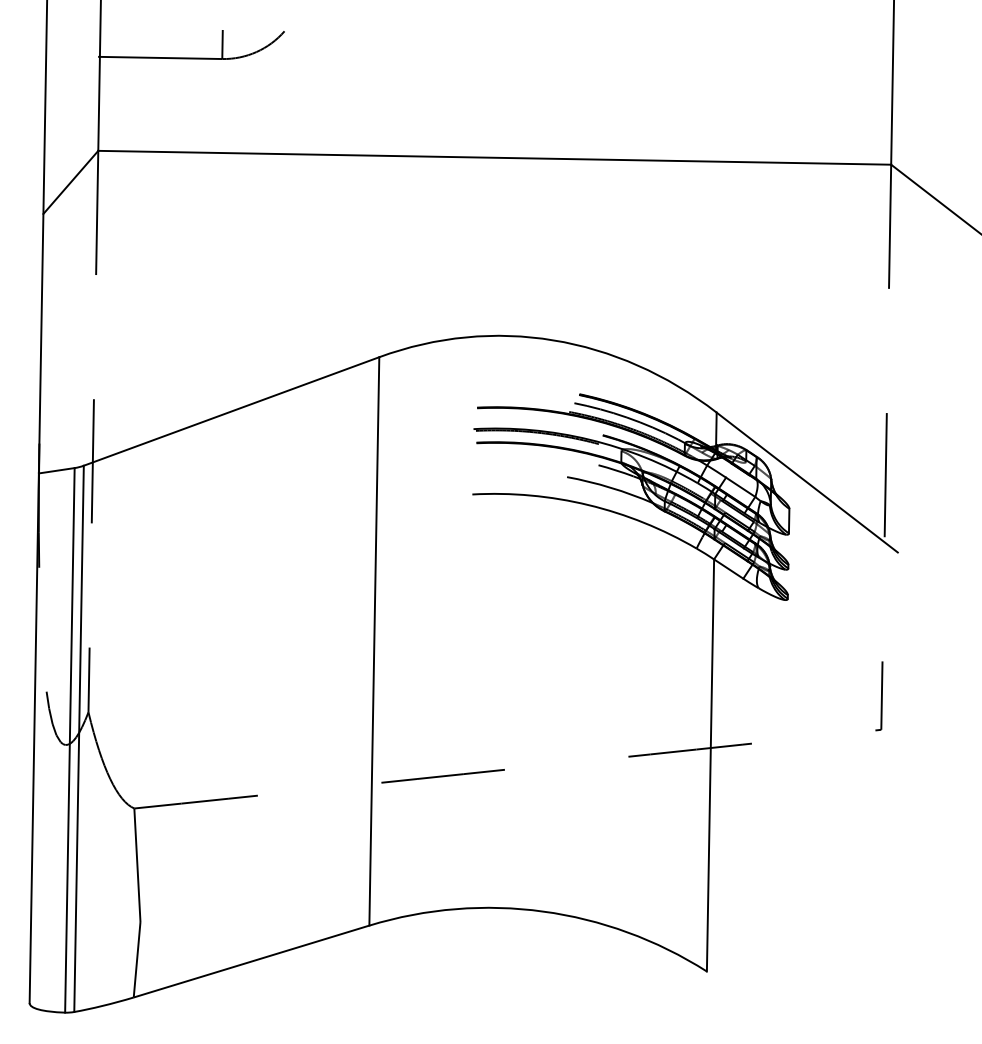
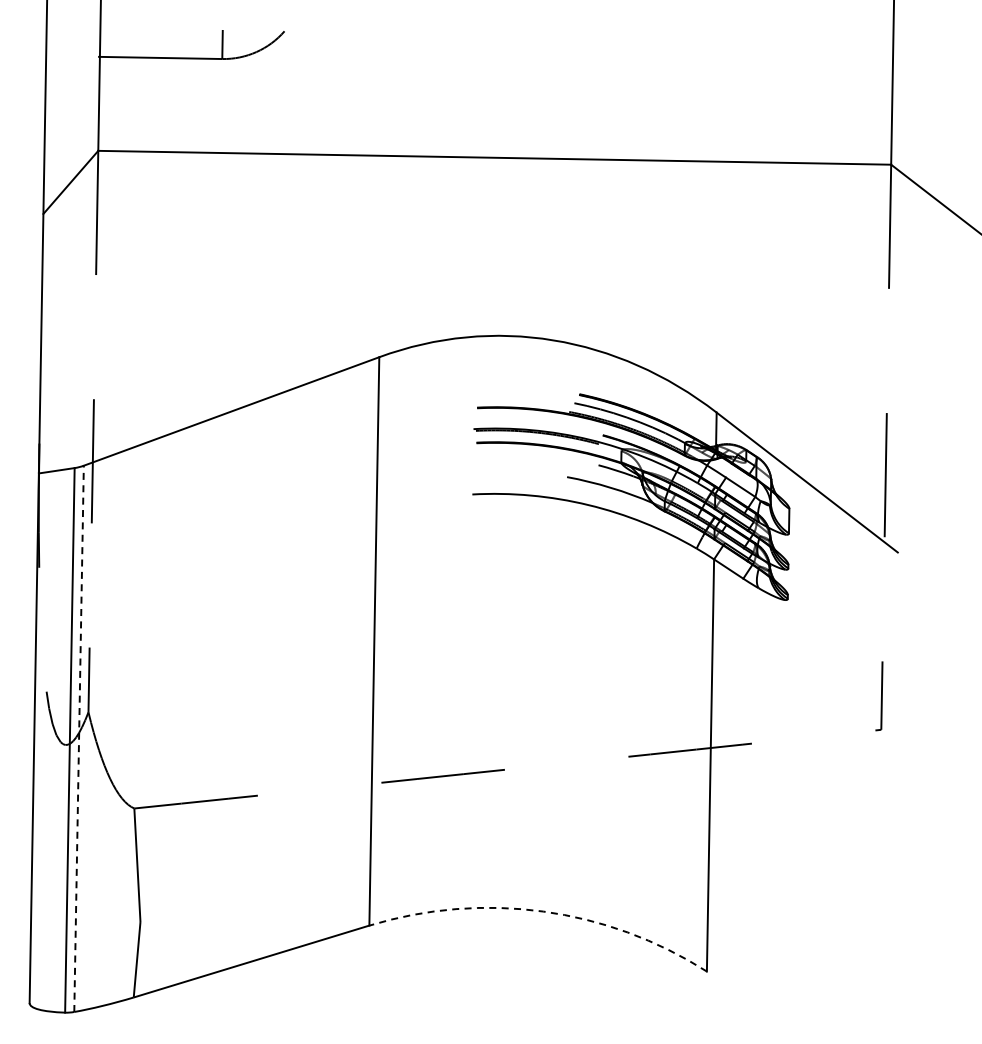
line at (79, 738): solid -> dashed
arc at (543, 911): solid -> dashed
